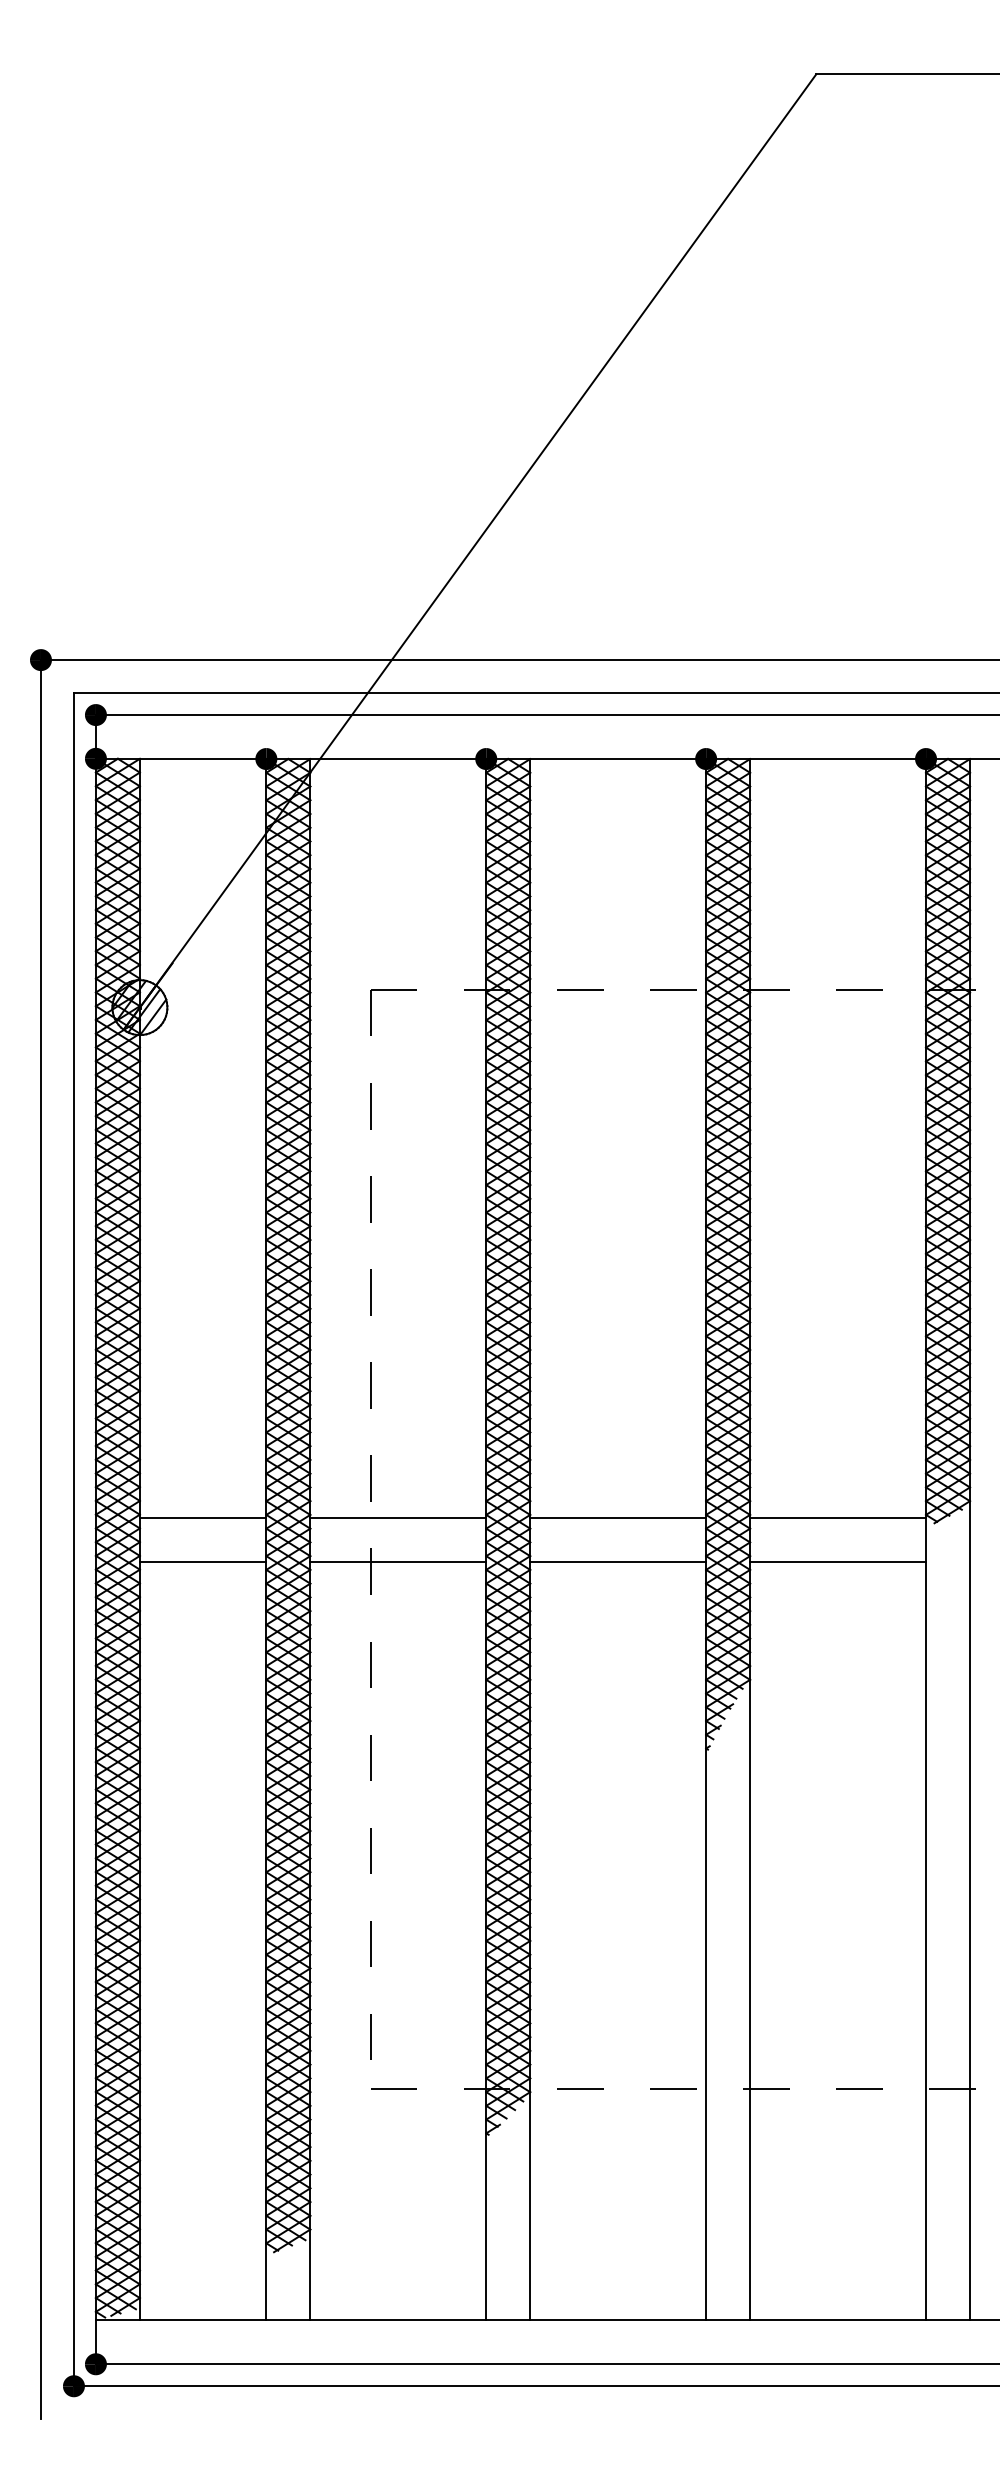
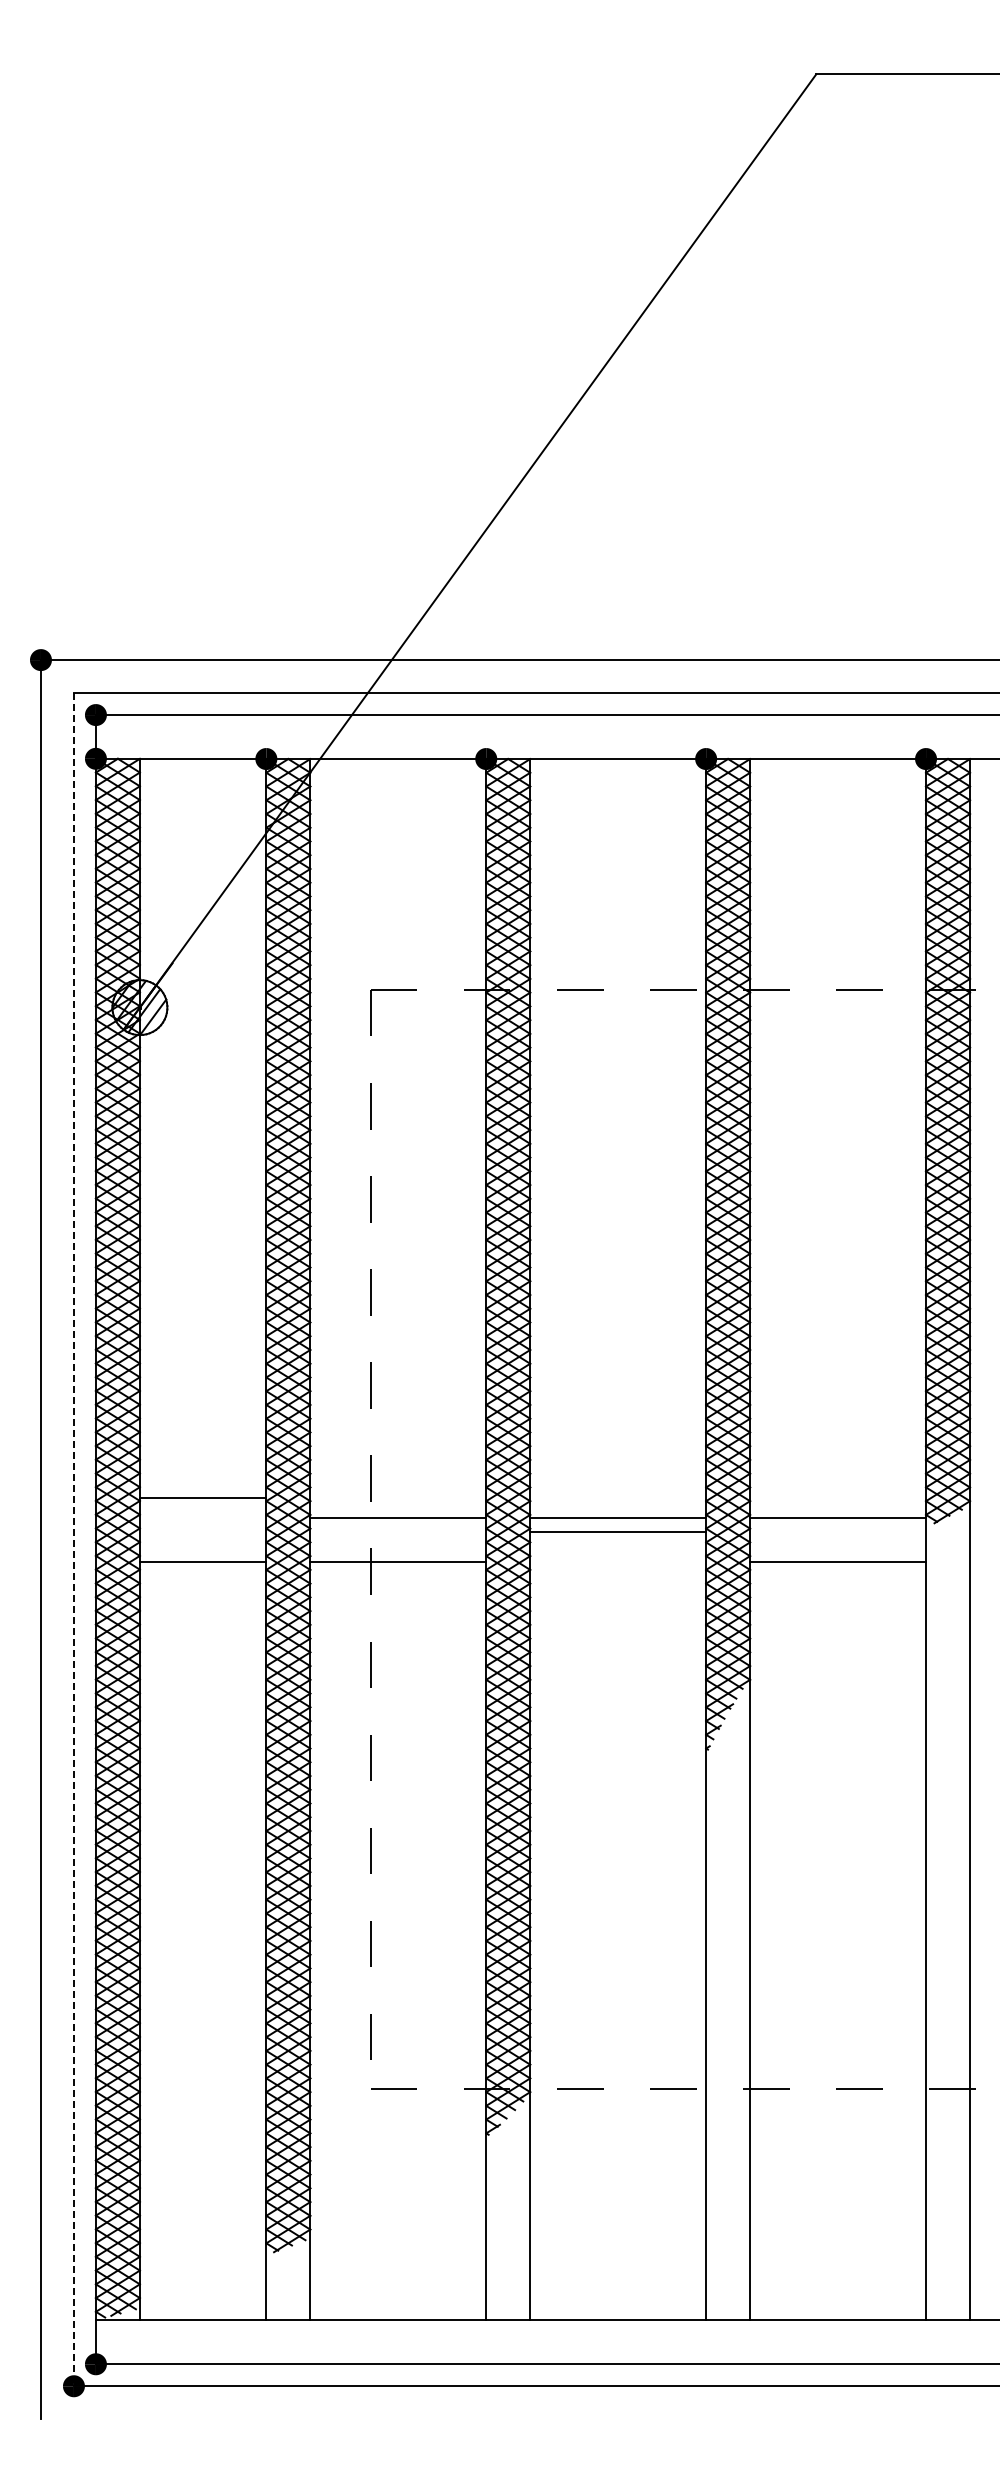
line at (202, 1517) position: (202, 1517) -> (202, 1497)
line at (73, 1539): solid -> dashed
line at (618, 1561) position: (618, 1561) -> (618, 1531)
